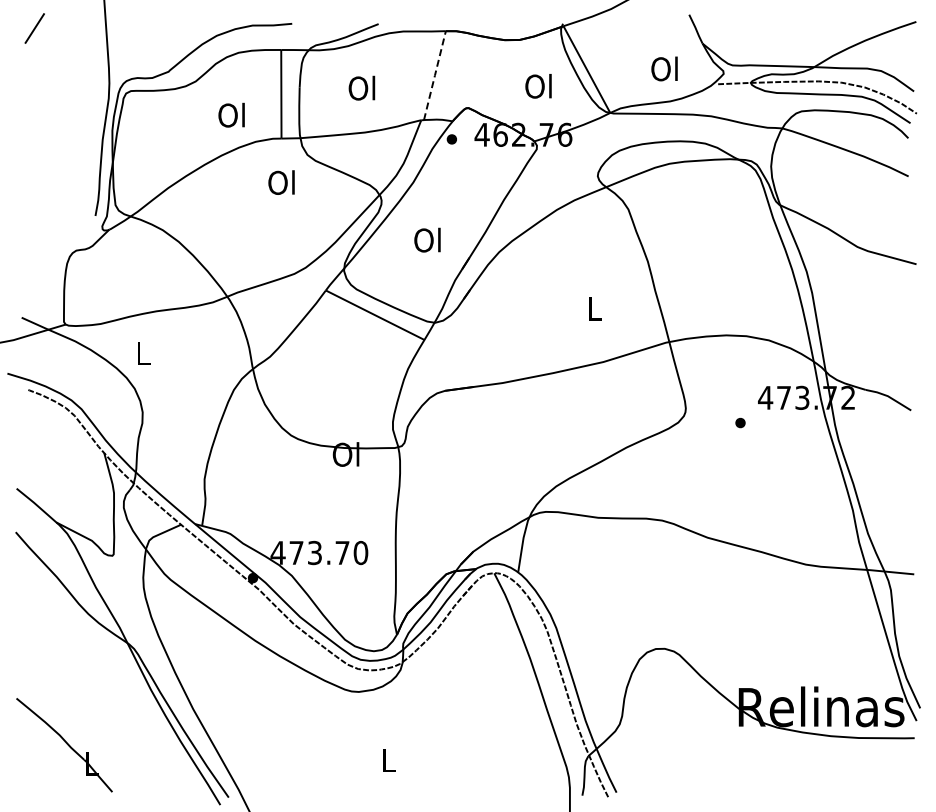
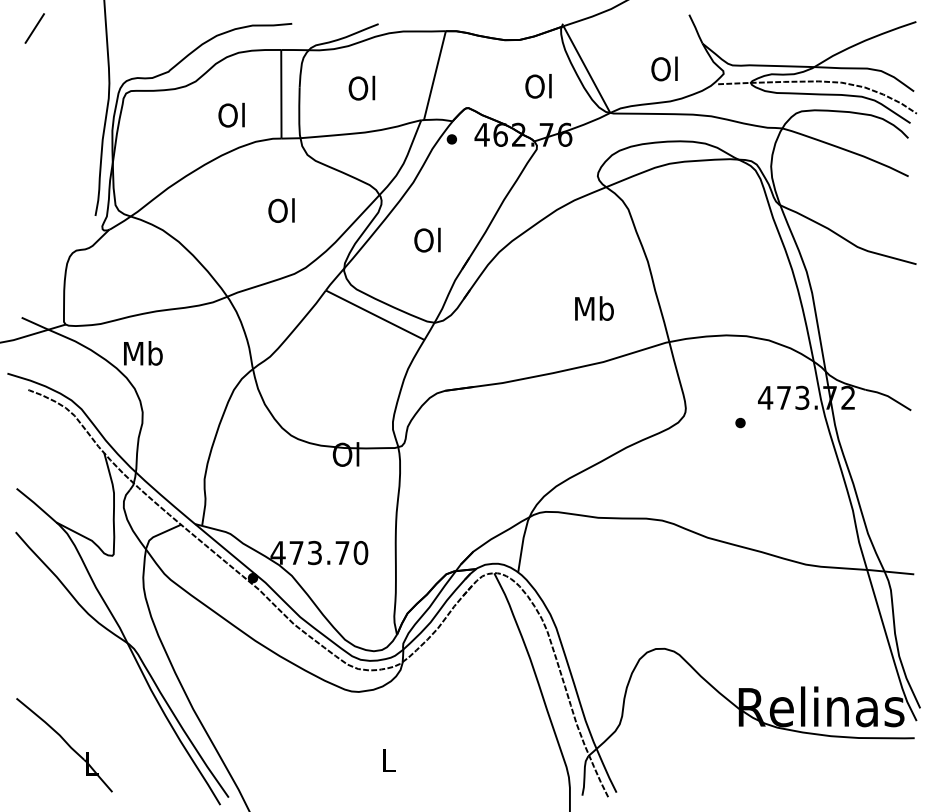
line at (434, 75): dashed -> solid
text at (281, 182) position: (281, 182) -> (281, 210)
text at (594, 308): L -> Mb
text at (143, 353): L -> Mb
